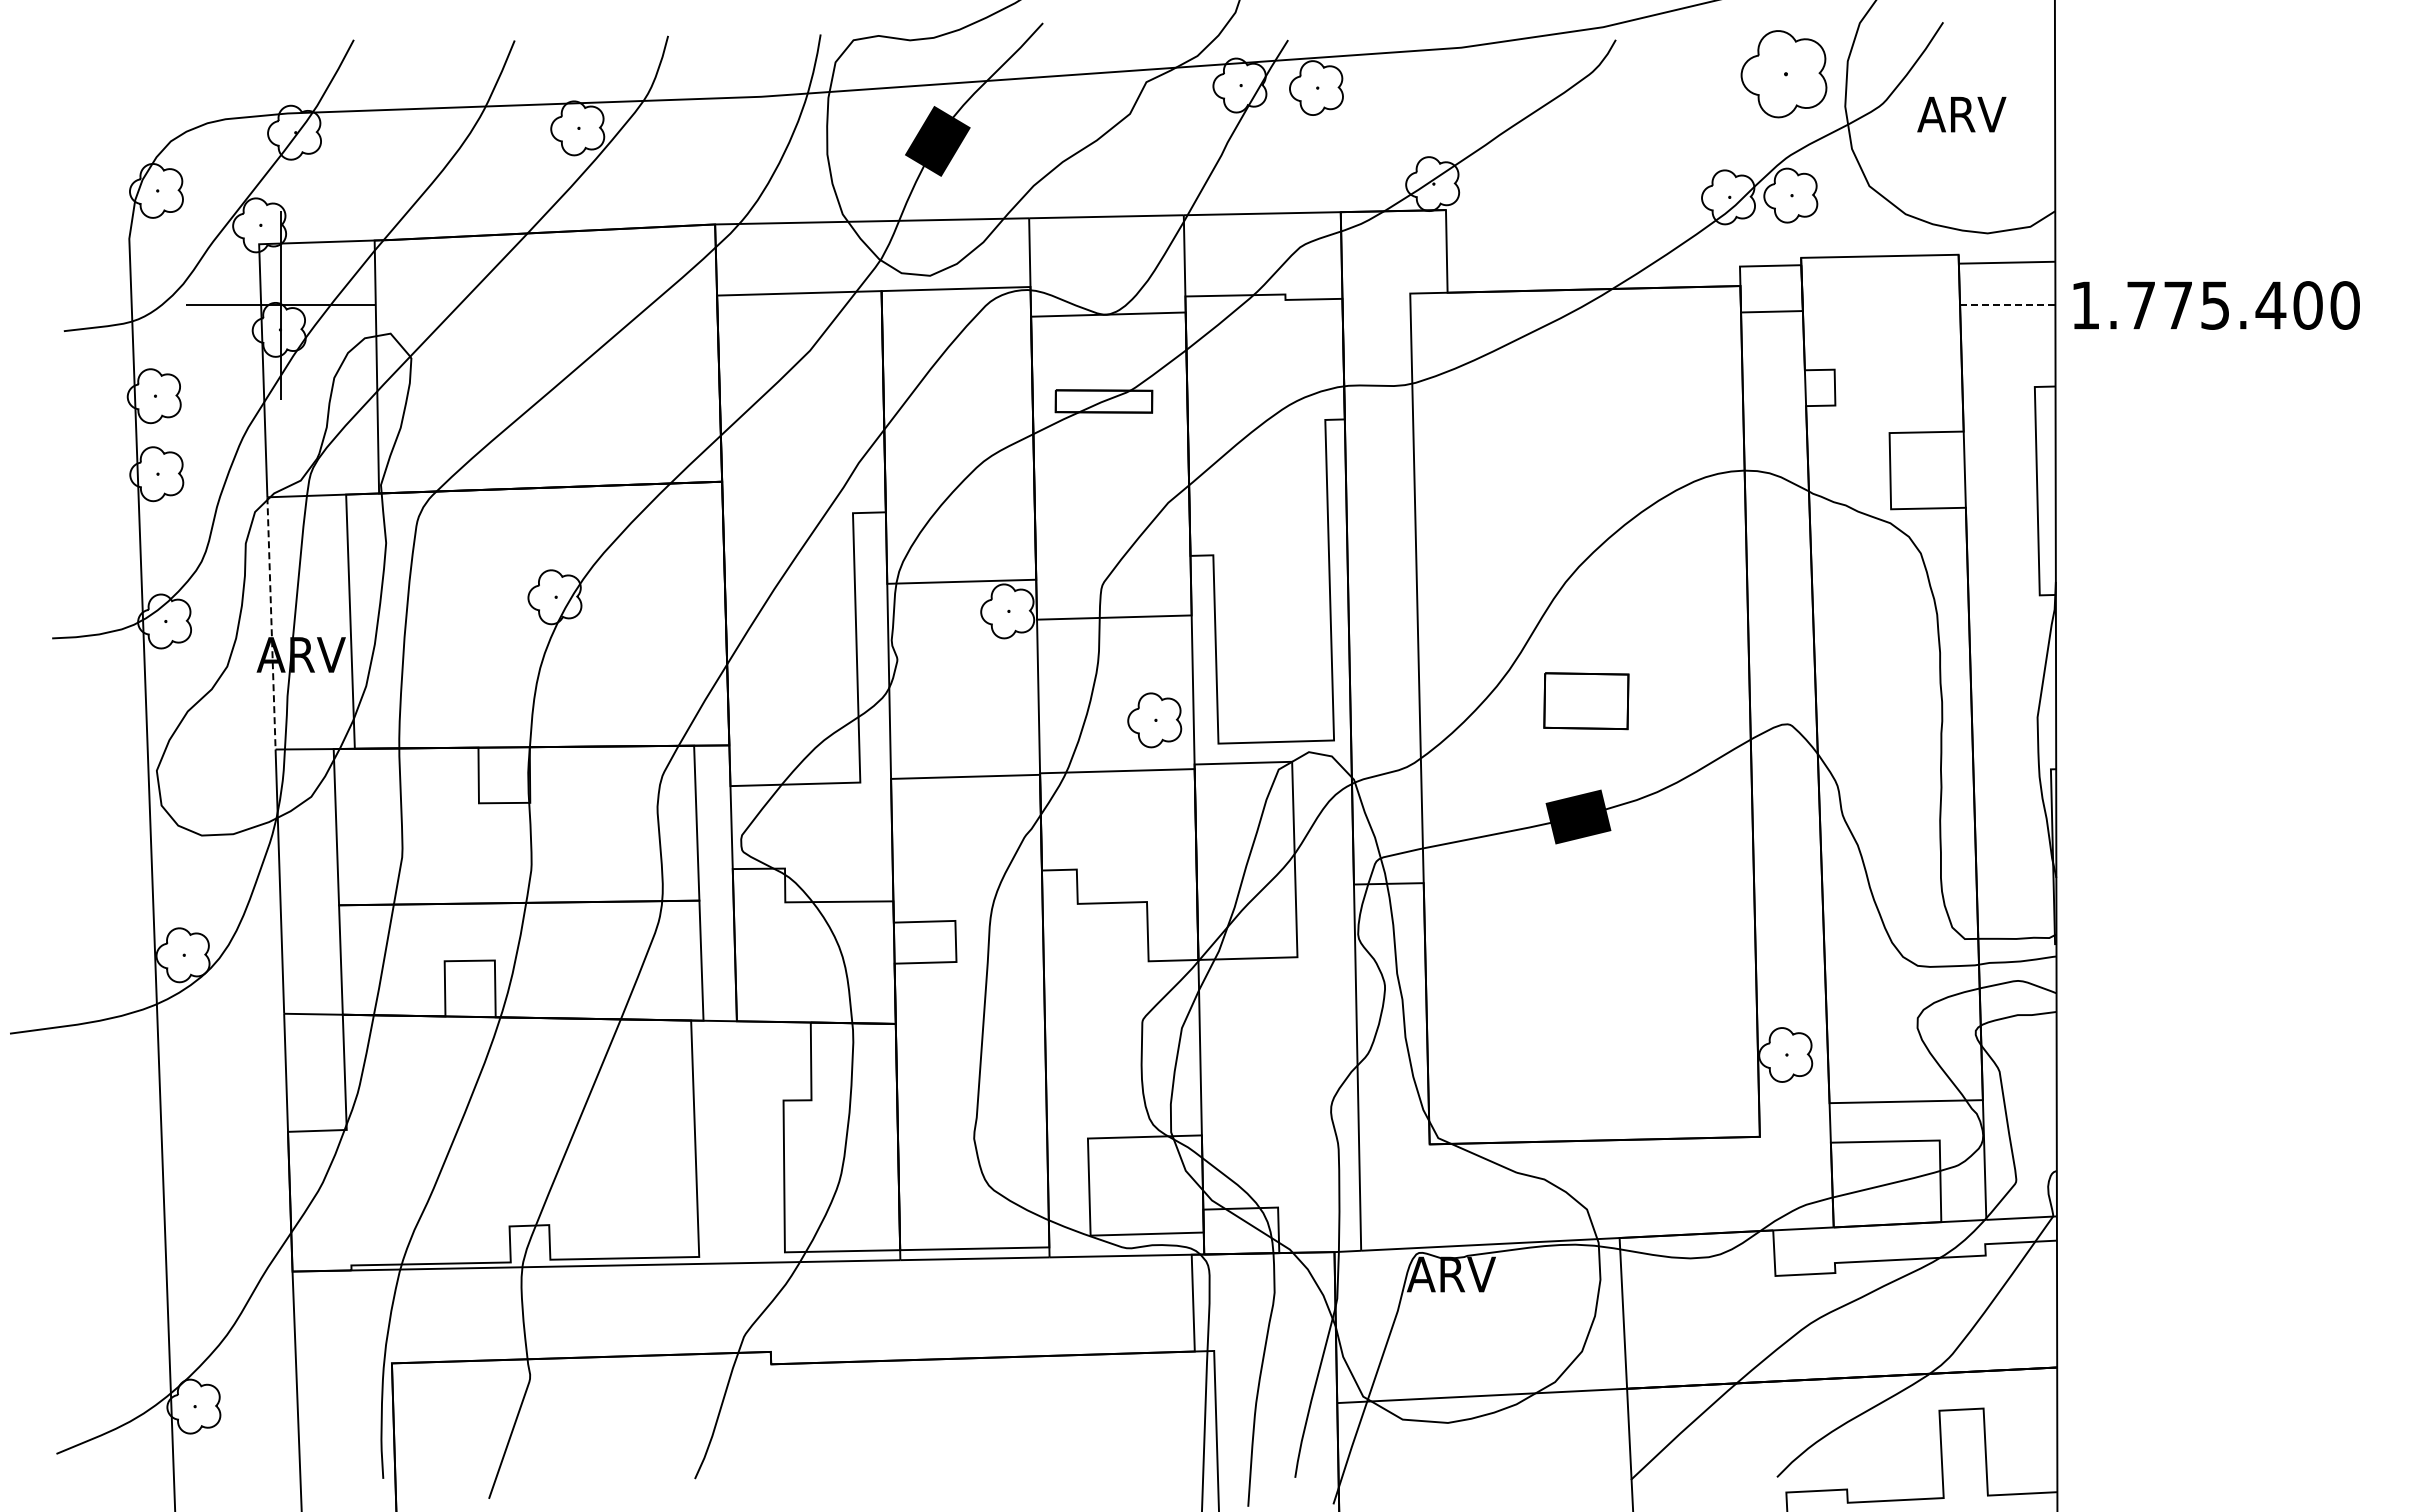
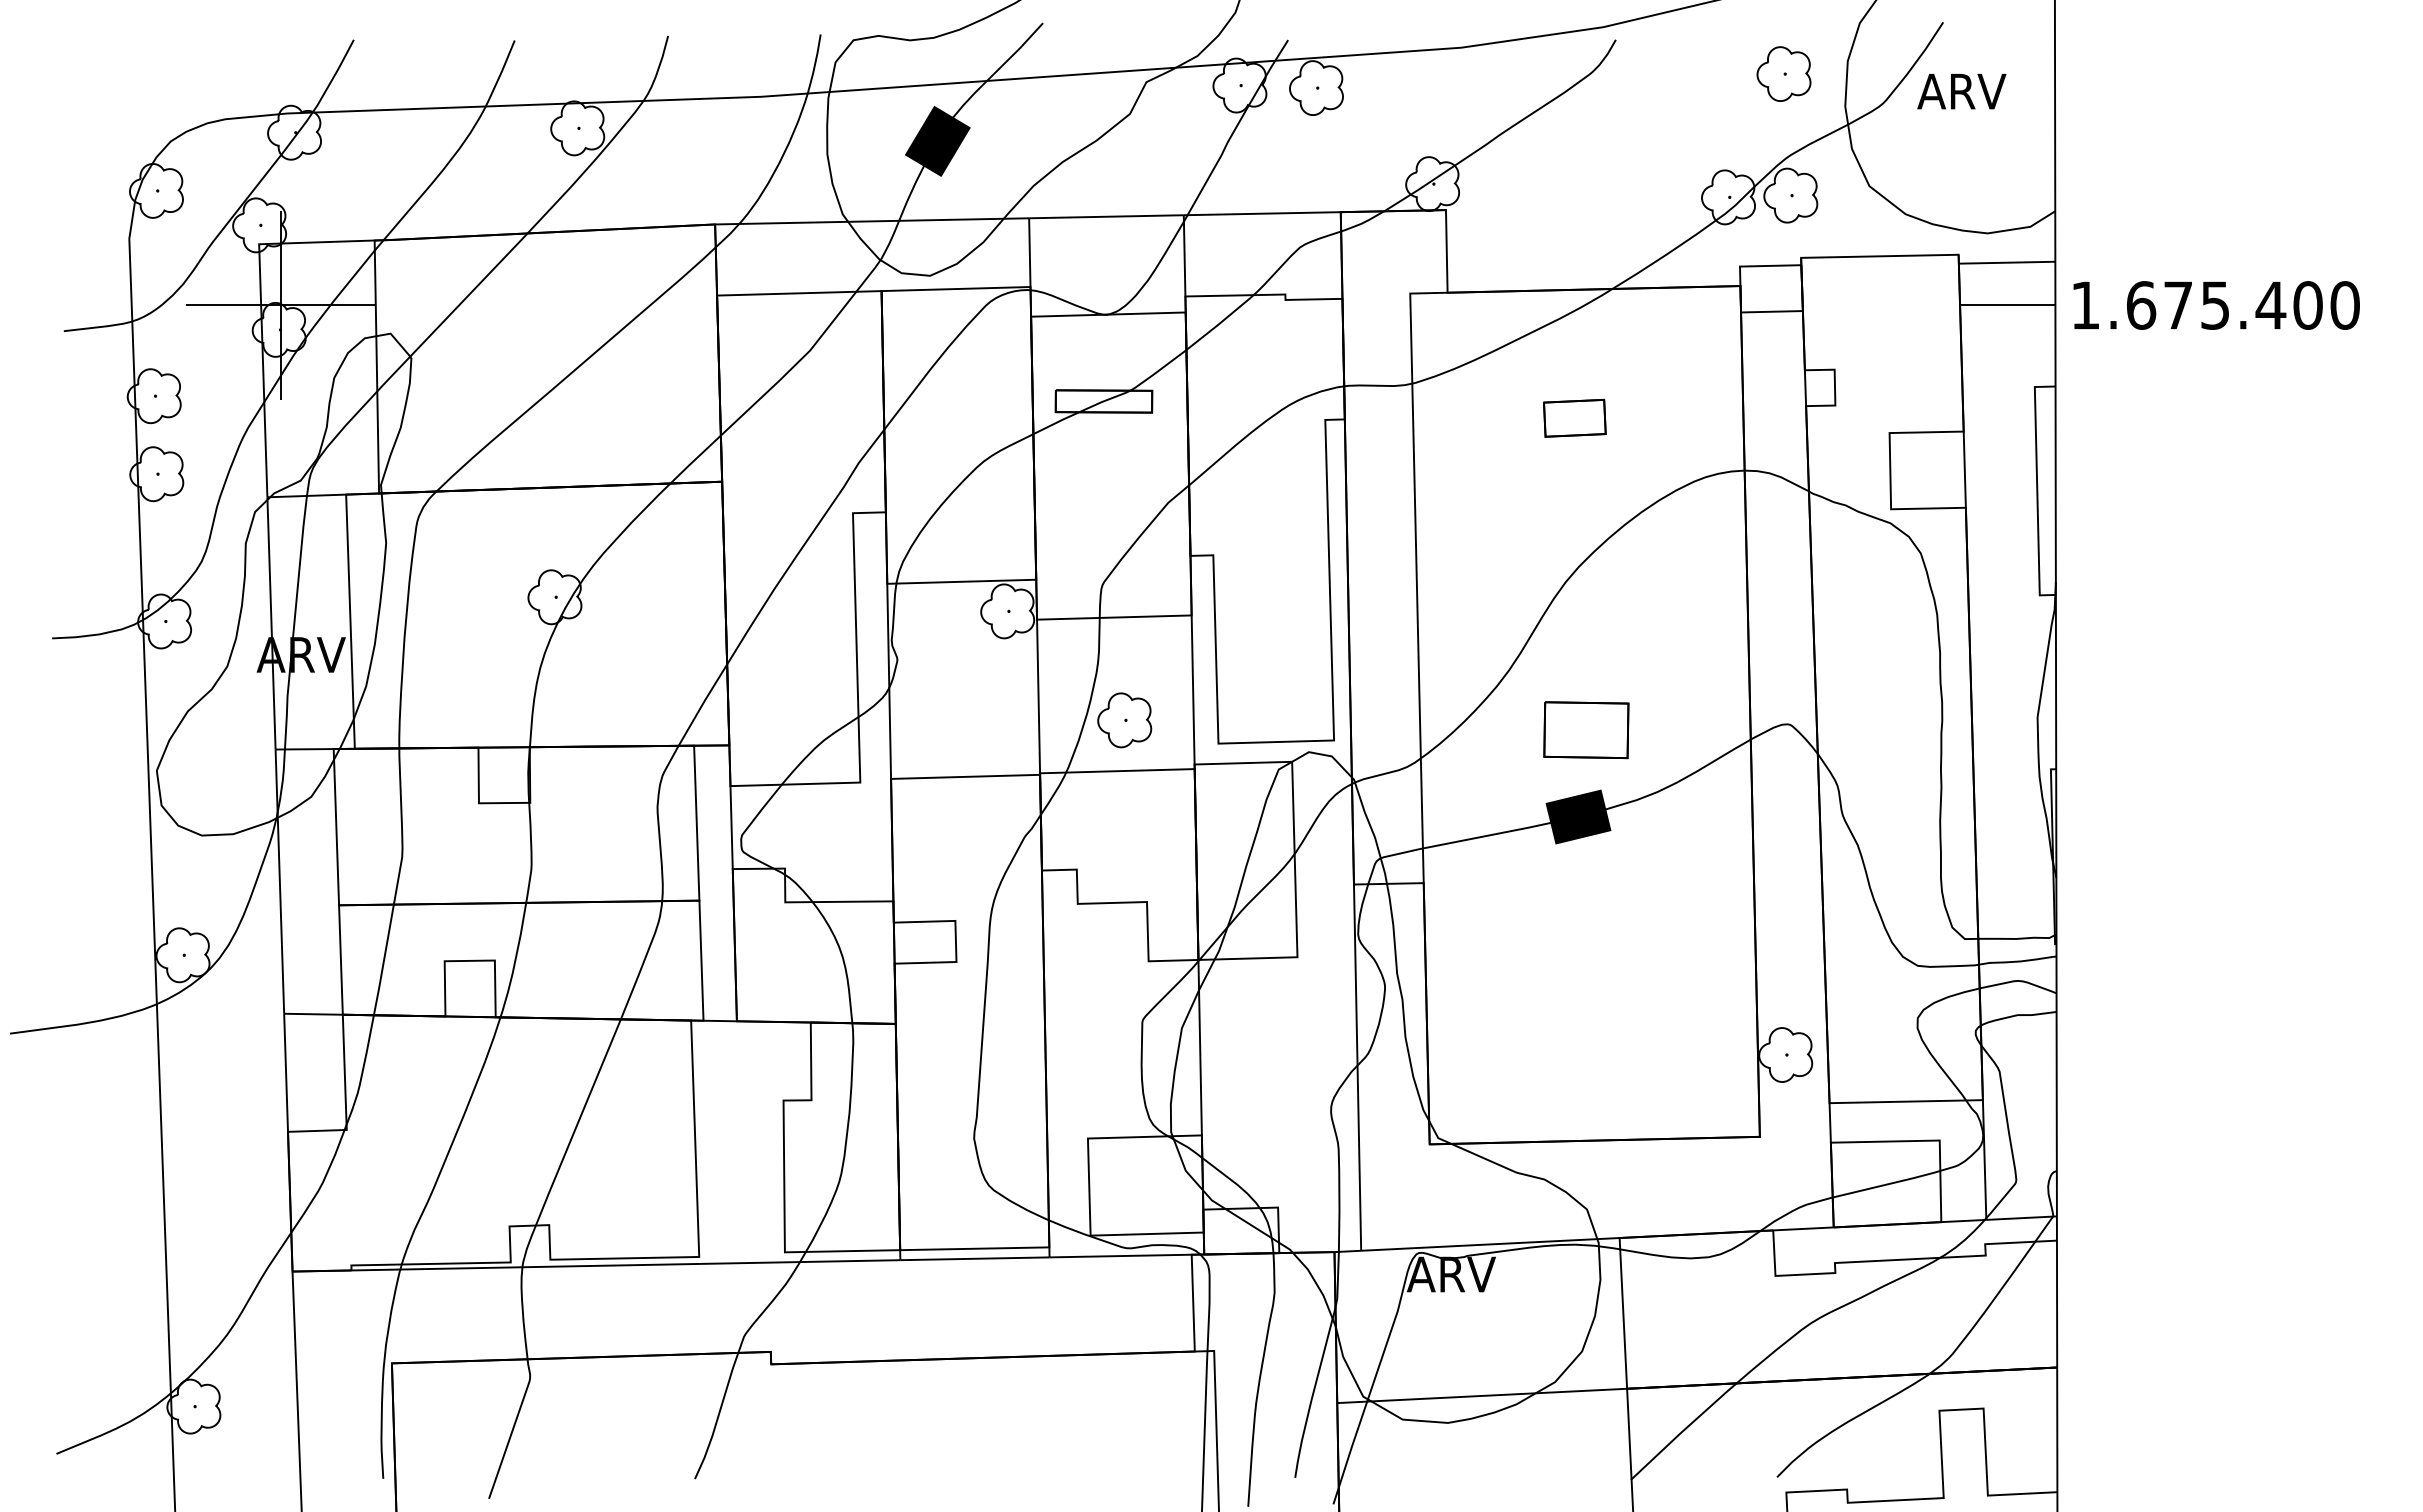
part at (1783, 74) size: 88x89 px -> 56x56 px
text at (1961, 114) position: (1961, 114) -> (1961, 91)
line at (2007, 305): dashed -> solid
text at (2141, 305): 1.775.400 -> 1.675.400
part at (1574, 417): none -> present
line at (271, 623): dashed -> solid
part at (1586, 701) position: (1586, 701) -> (1586, 730)
part at (1154, 720) position: (1154, 720) -> (1124, 720)
